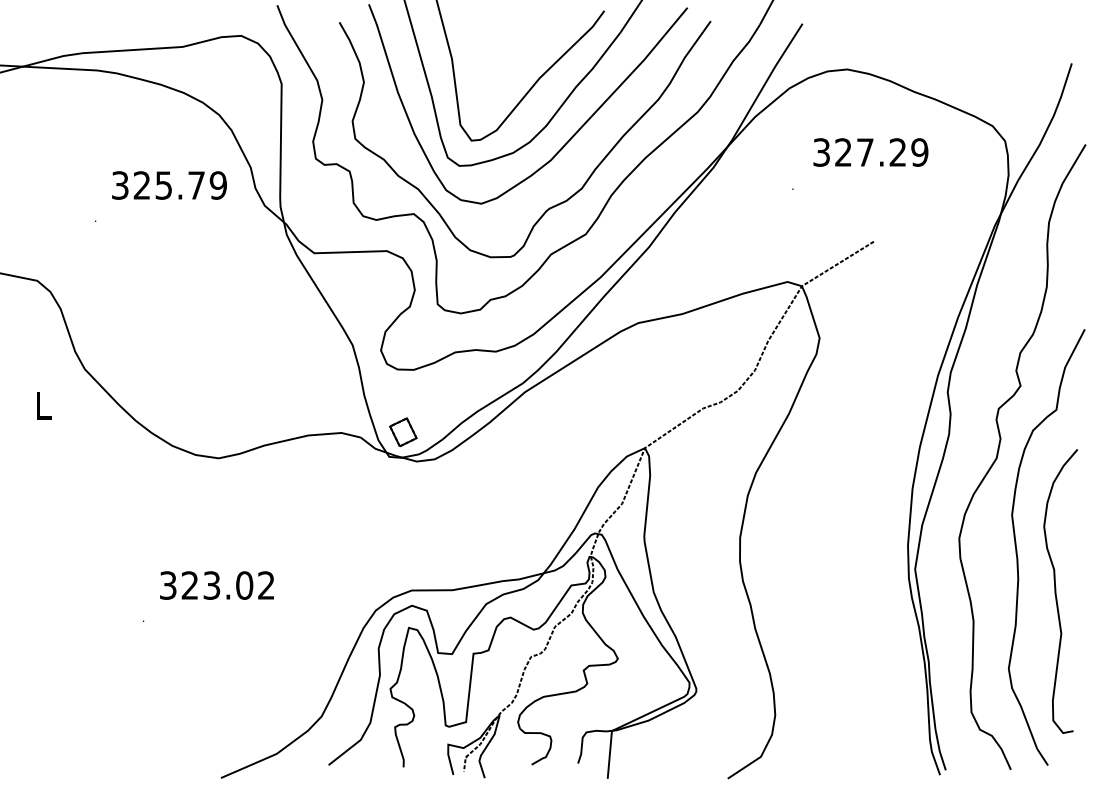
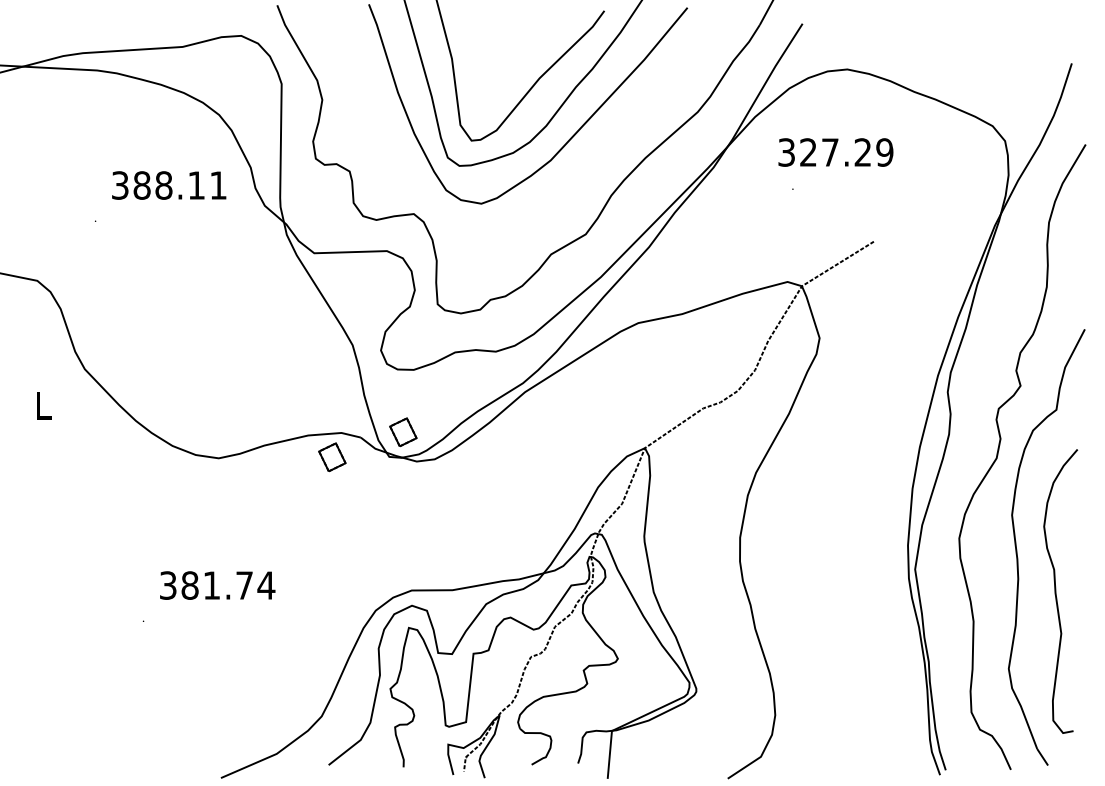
text at (870, 152) position: (870, 152) -> (835, 152)
text at (179, 185): 325.79 -> 388.11
curve at (555, 204): present -> none
part at (332, 457): none -> present
text at (228, 585): 323.02 -> 381.74
